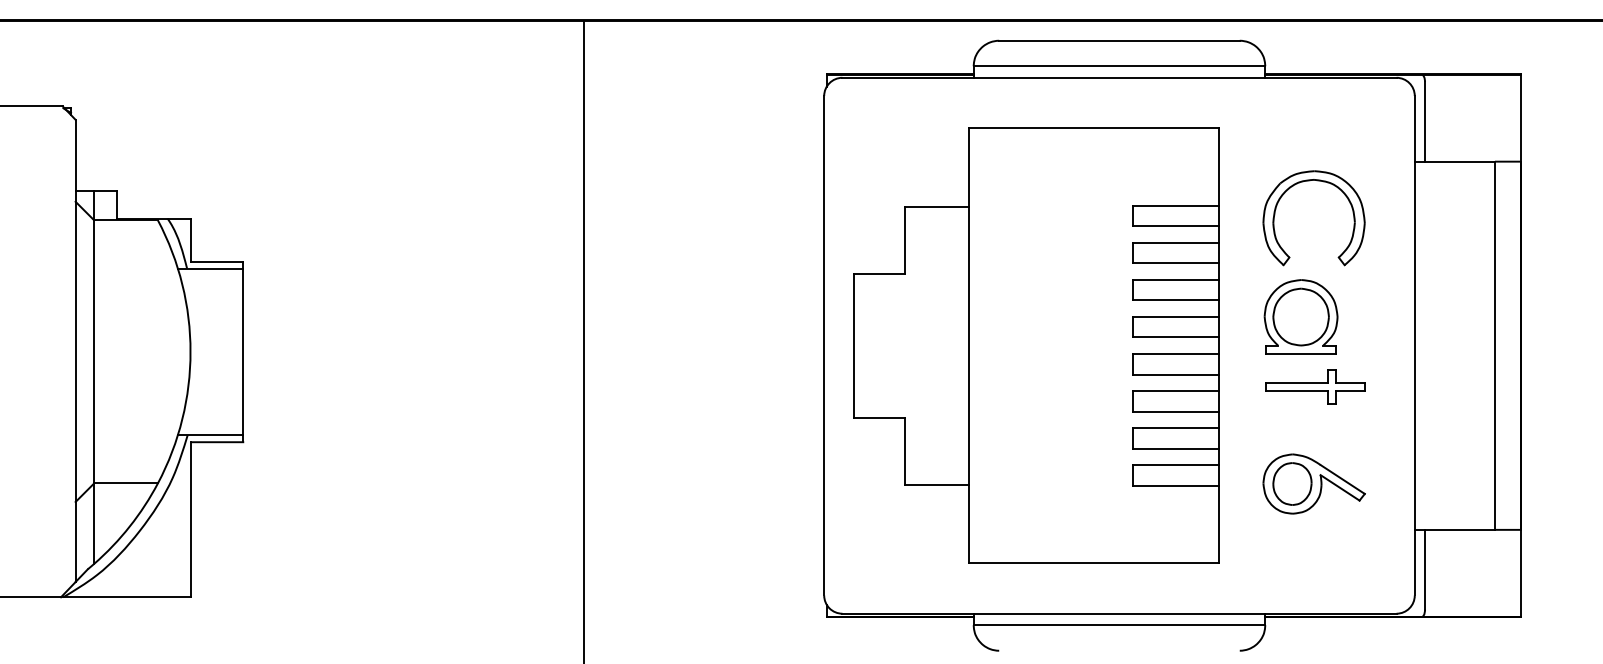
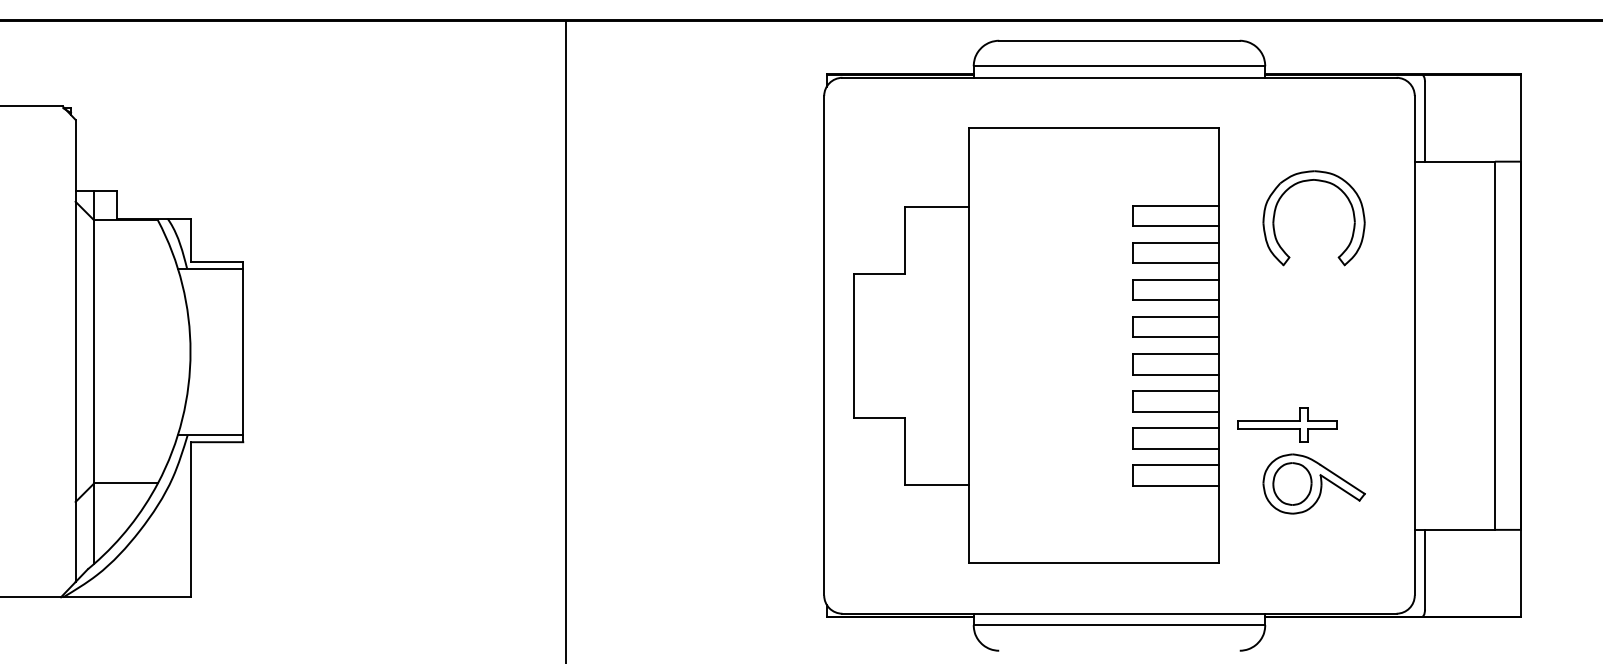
part at (1300, 316): present -> none
line at (583, 340) position: (583, 340) -> (565, 340)
part at (1315, 386) position: (1315, 386) -> (1287, 424)
